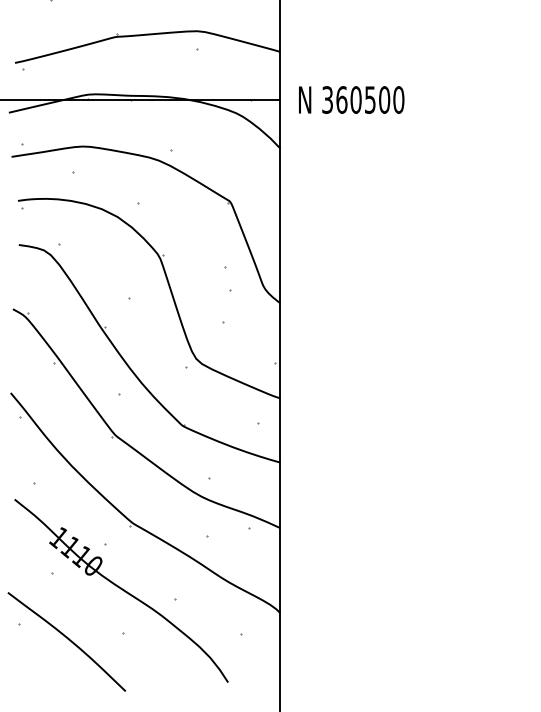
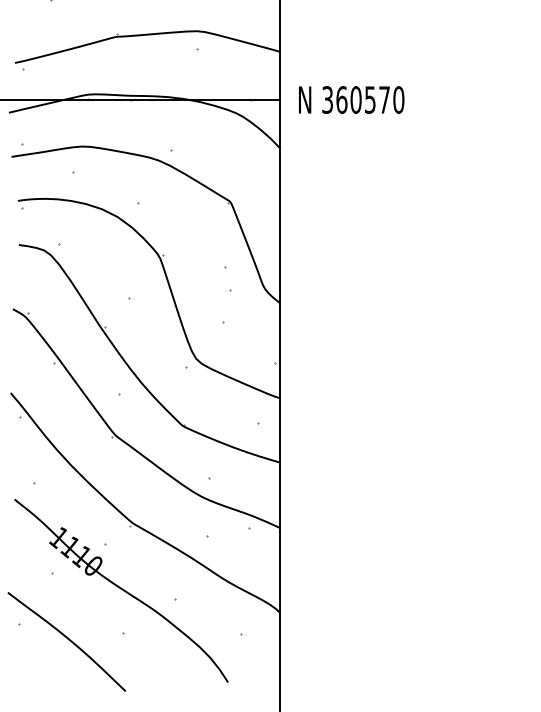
text at (384, 99): 360500 -> 360570
